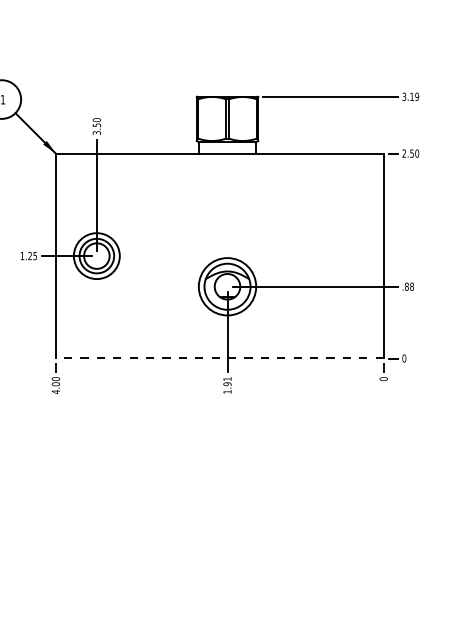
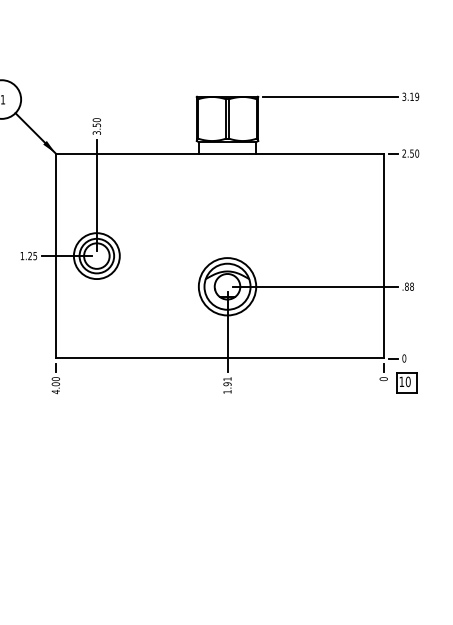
line at (219, 358): dashed -> solid
part at (406, 382): none -> present
